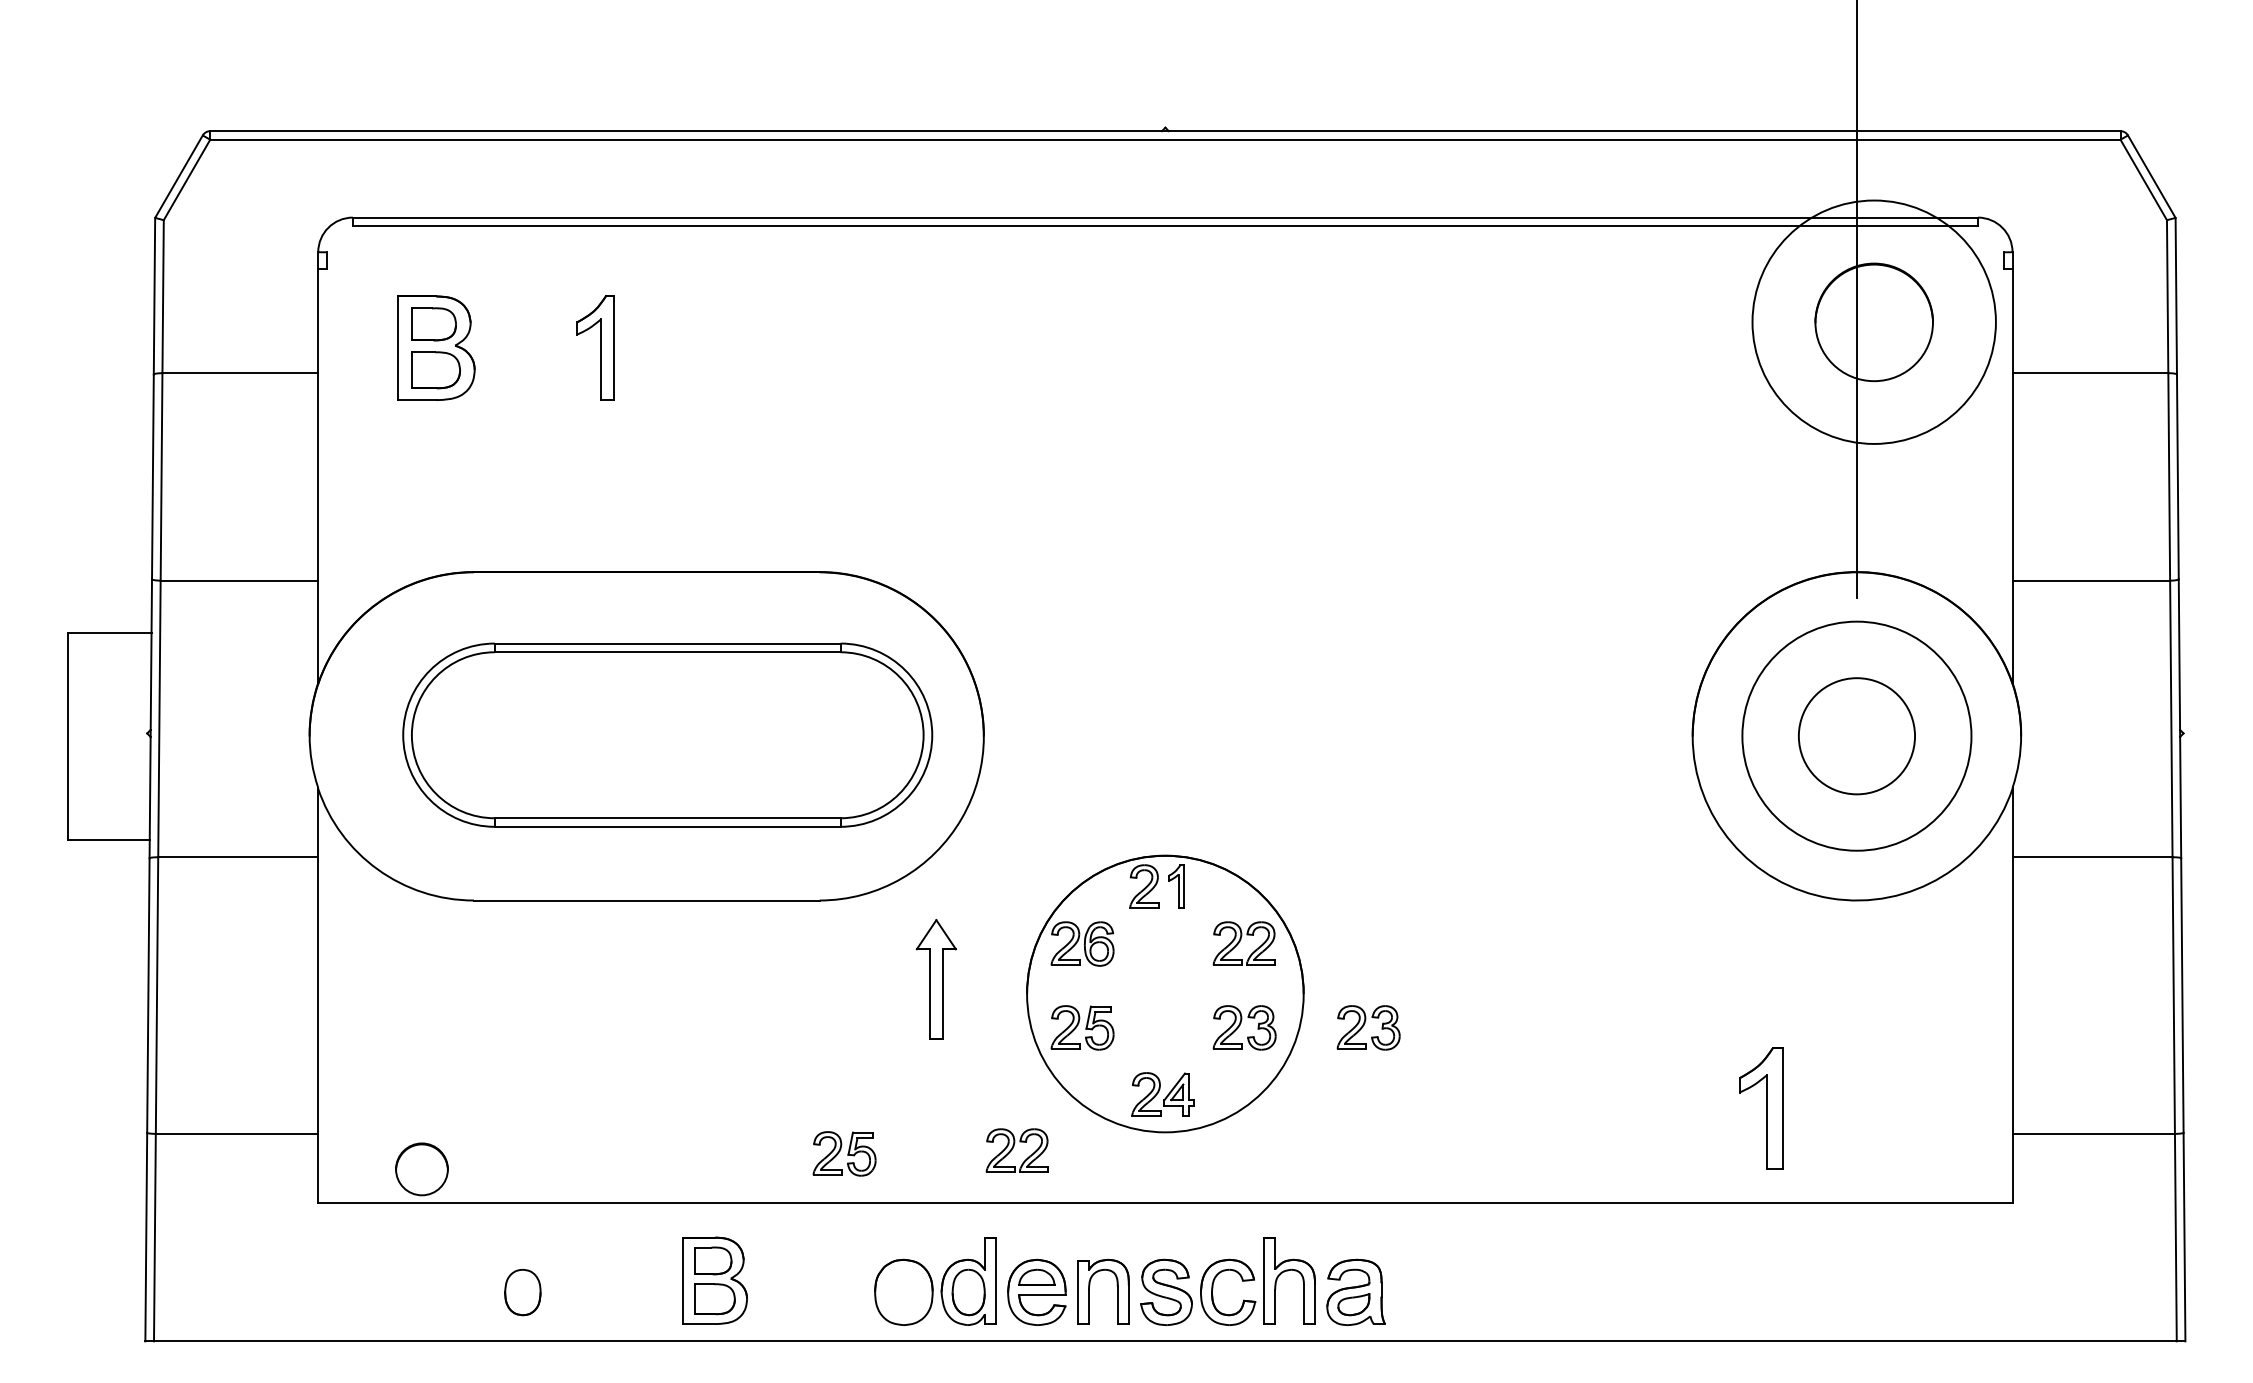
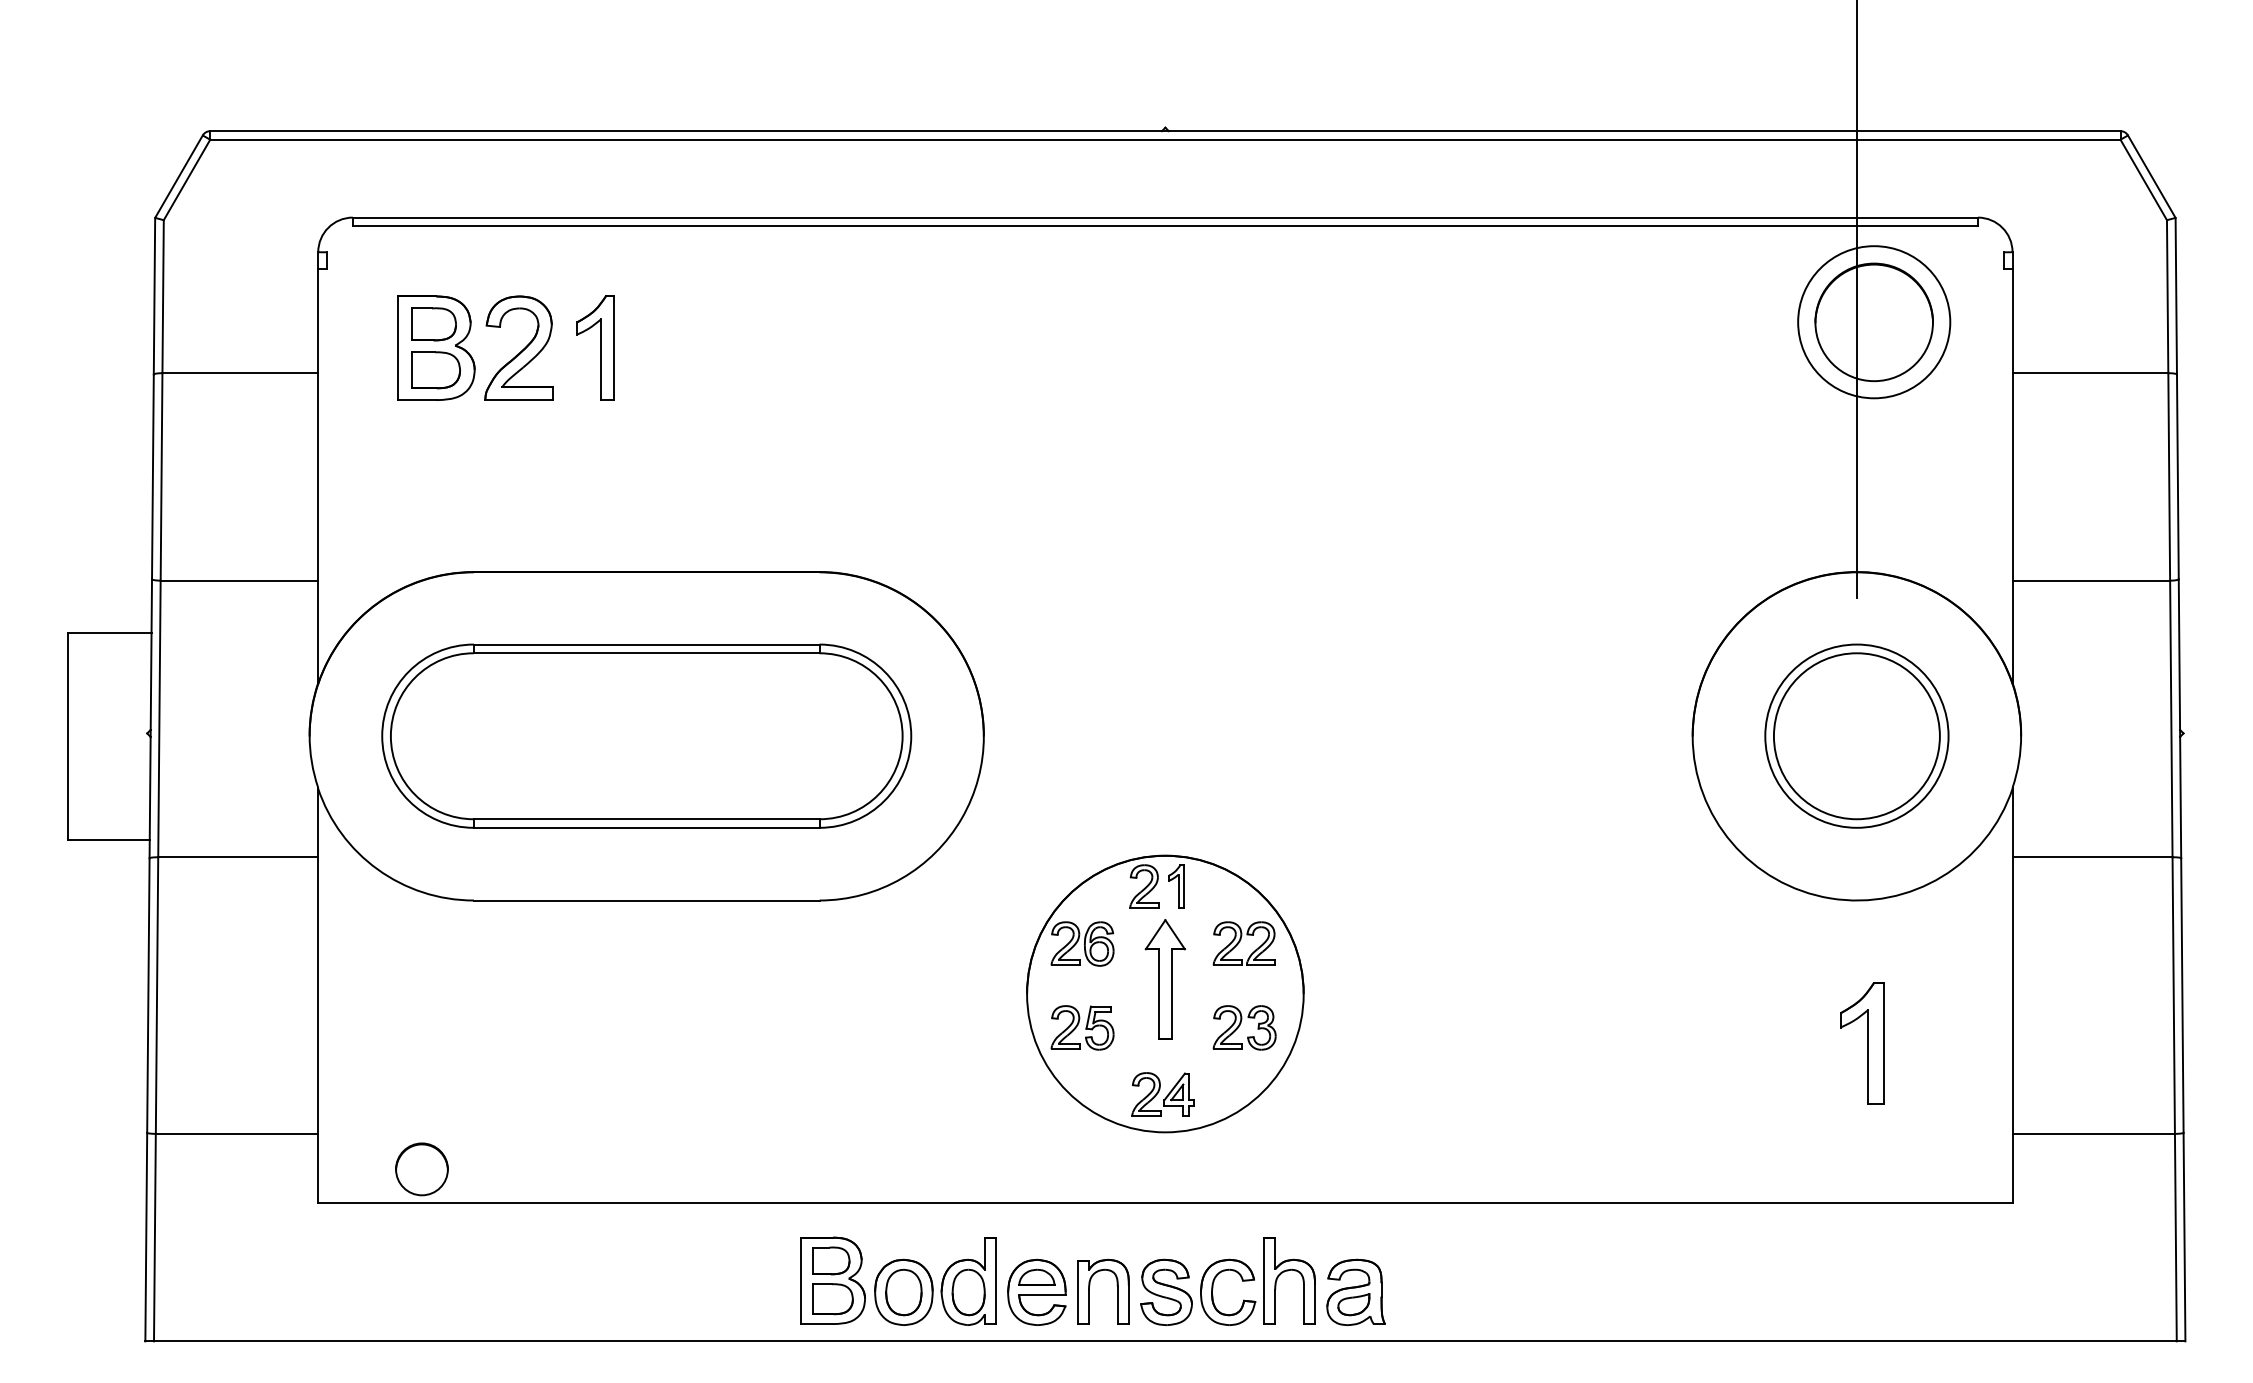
circle at (1873, 321) diameter: 243 px -> 152 px
part at (518, 347): none -> present
part at (667, 734) position: (667, 734) -> (646, 735)
circle at (1856, 735) diameter: 229 px -> 183 px
circle at (1856, 736) diameter: 116 px -> 166 px
part at (935, 979) position: (935, 979) -> (1164, 979)
part at (1368, 1027): present -> none
part at (1761, 1108) position: (1761, 1108) -> (1862, 1043)
part at (1016, 1150): present -> none
part at (844, 1153): present -> none
part at (714, 1280) position: (714, 1280) -> (832, 1280)
part at (522, 1292) position: (522, 1292) -> (903, 1292)
